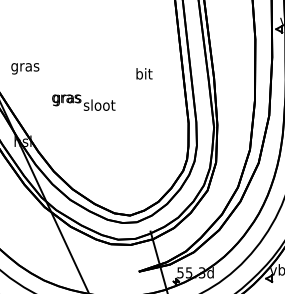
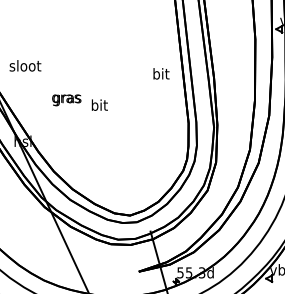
text at (25, 67): gras -> sloot
text at (144, 73) position: (144, 73) -> (161, 73)
text at (99, 104): sloot -> bit
